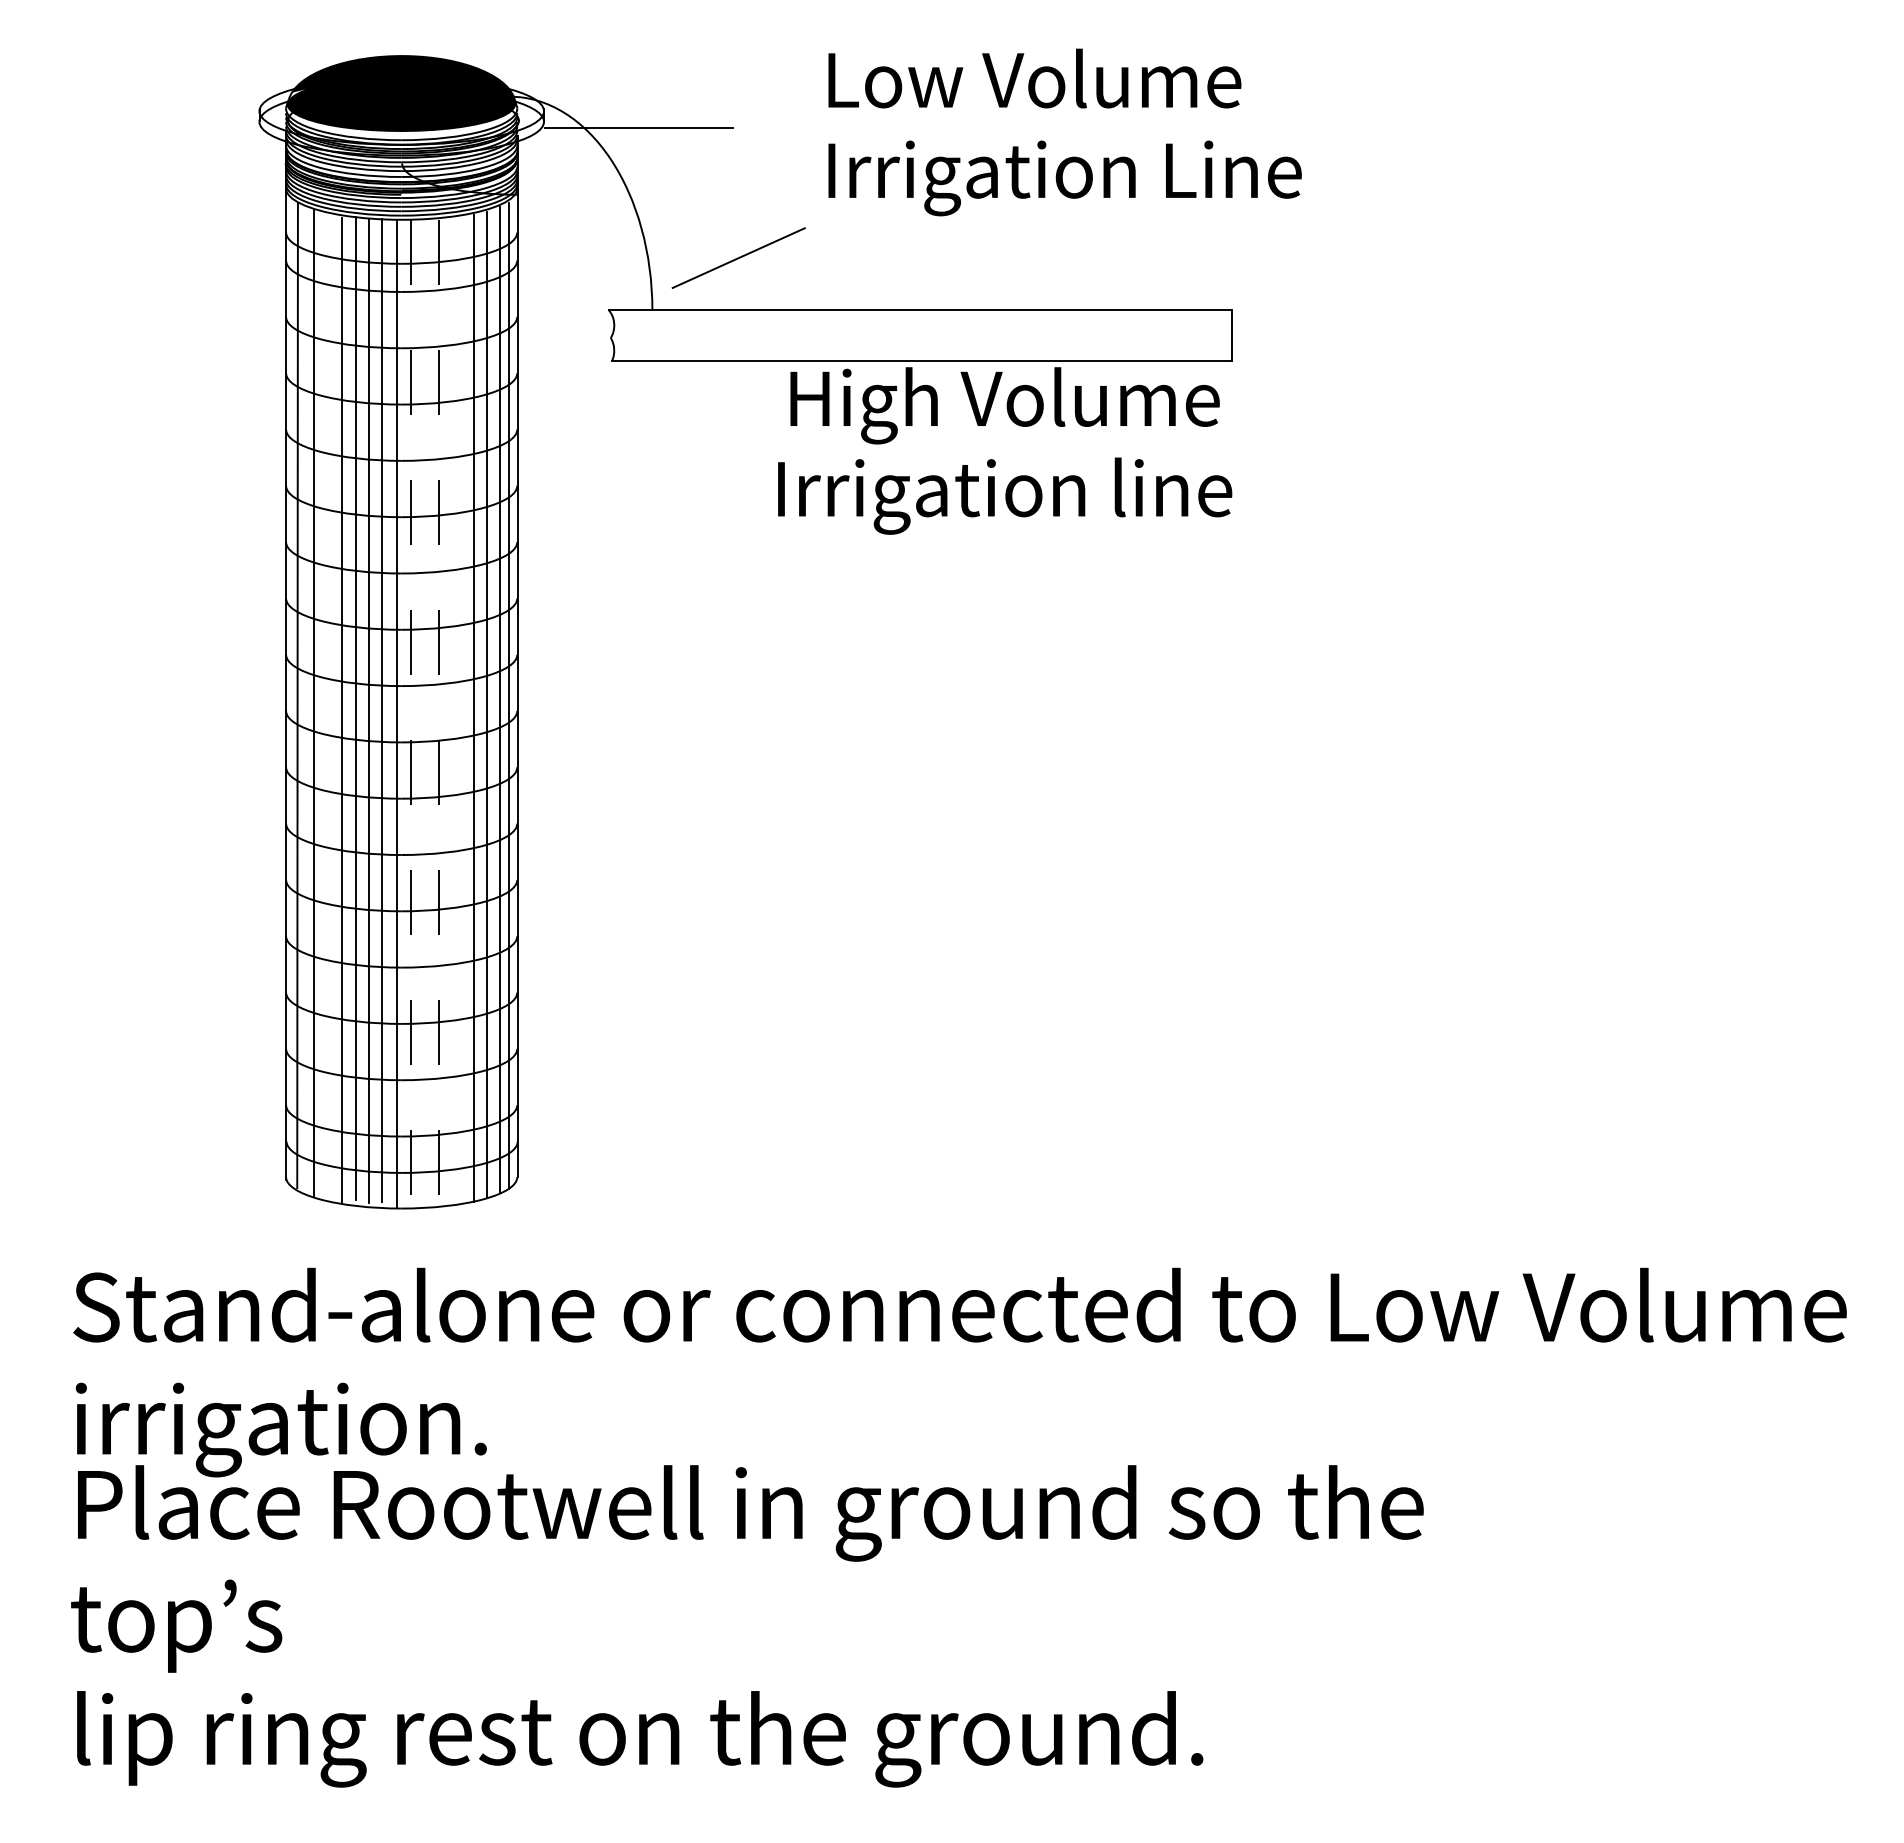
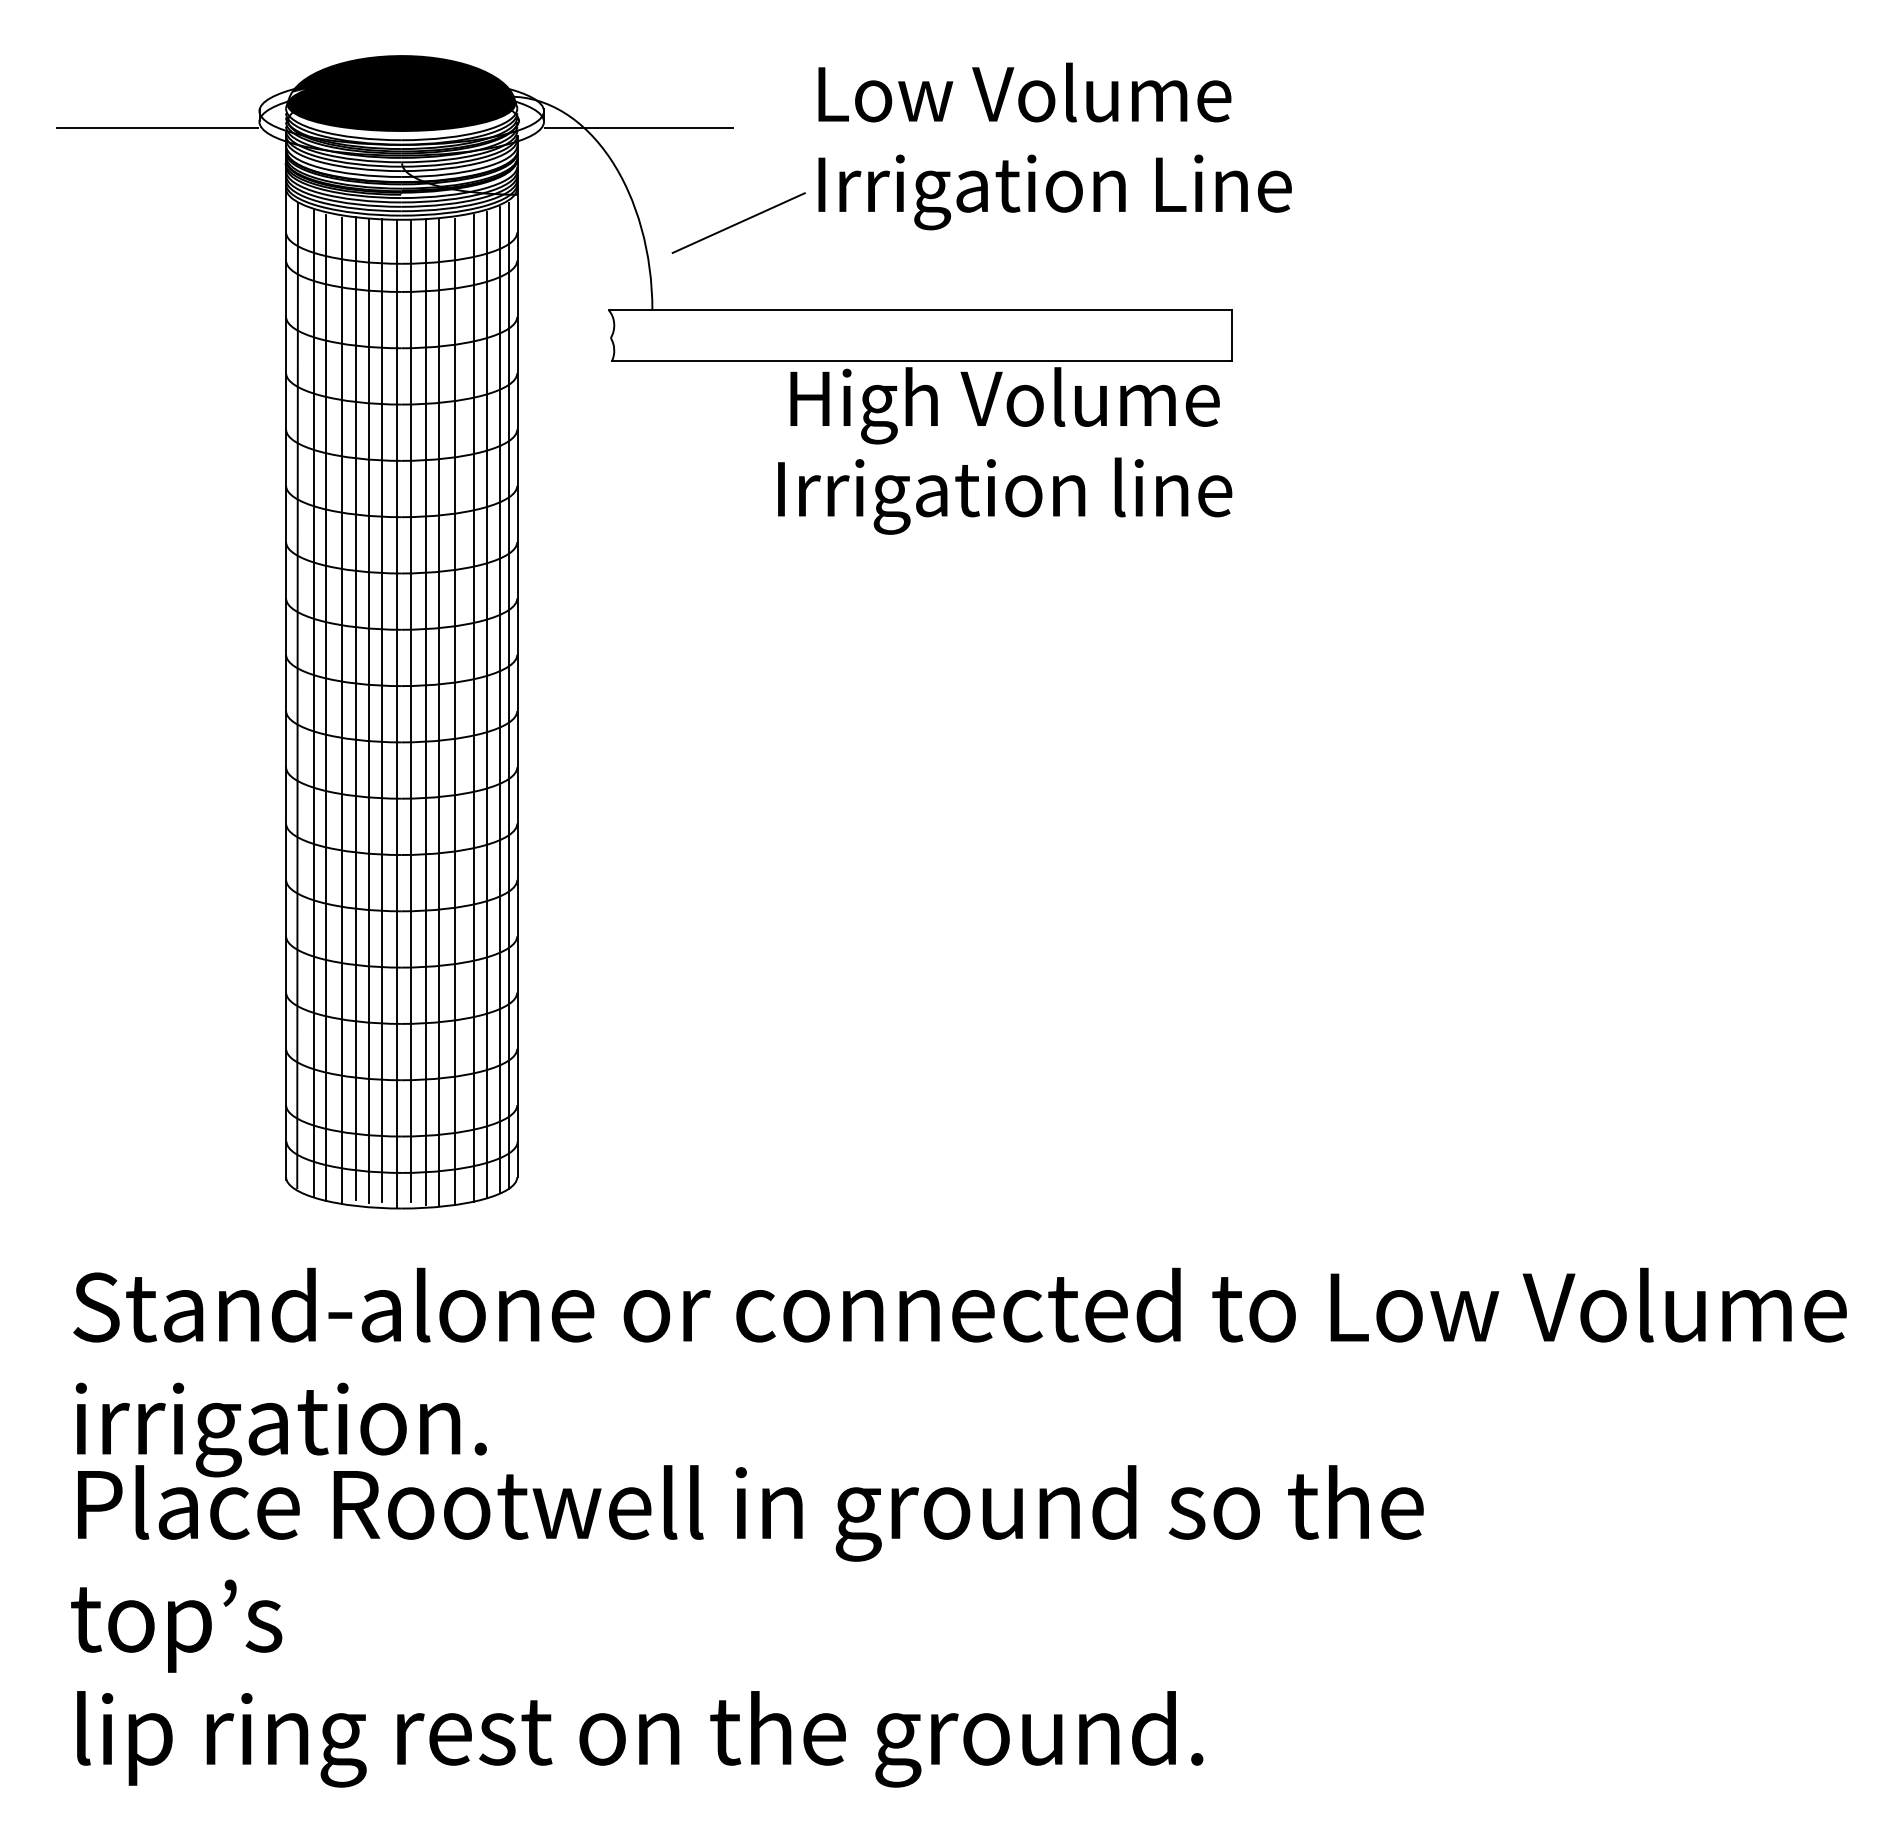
line at (157, 127): none -> present
text at (1064, 132) position: (1064, 132) -> (1054, 146)
line at (738, 257) position: (738, 257) -> (738, 222)
line at (326, 707): none -> present
line at (411, 711): dashed -> solid
line at (455, 711): none -> present
line at (425, 712): none -> present
line at (438, 713): dashed -> solid
